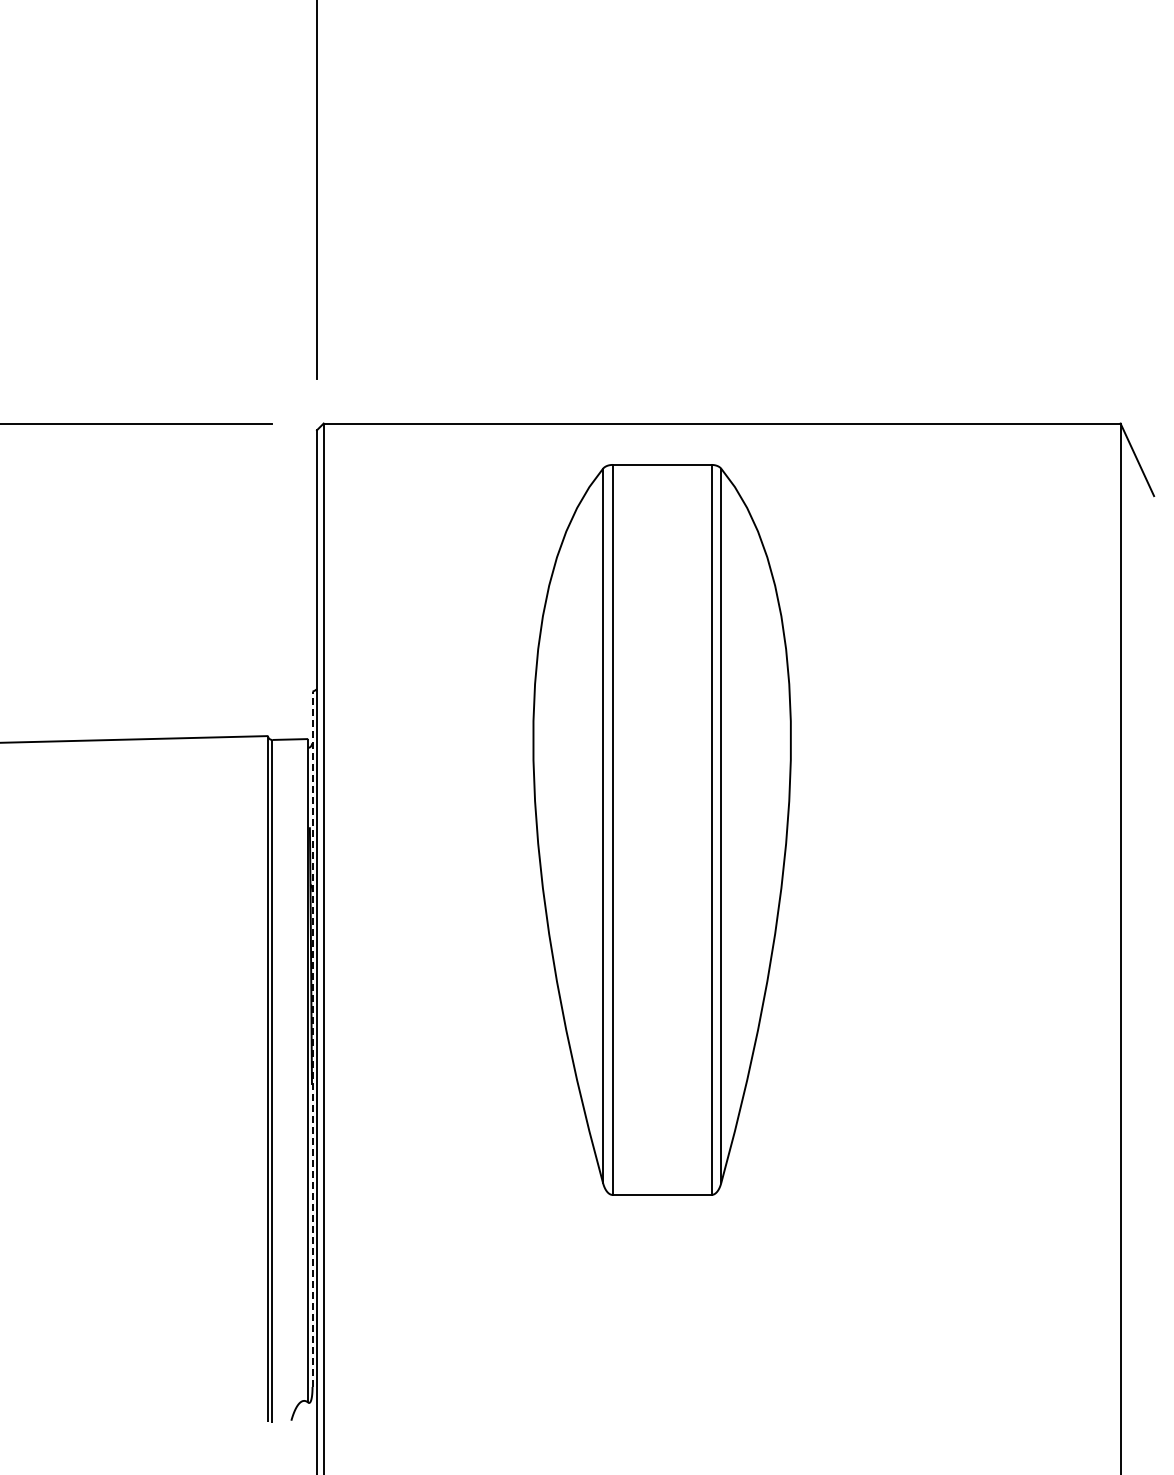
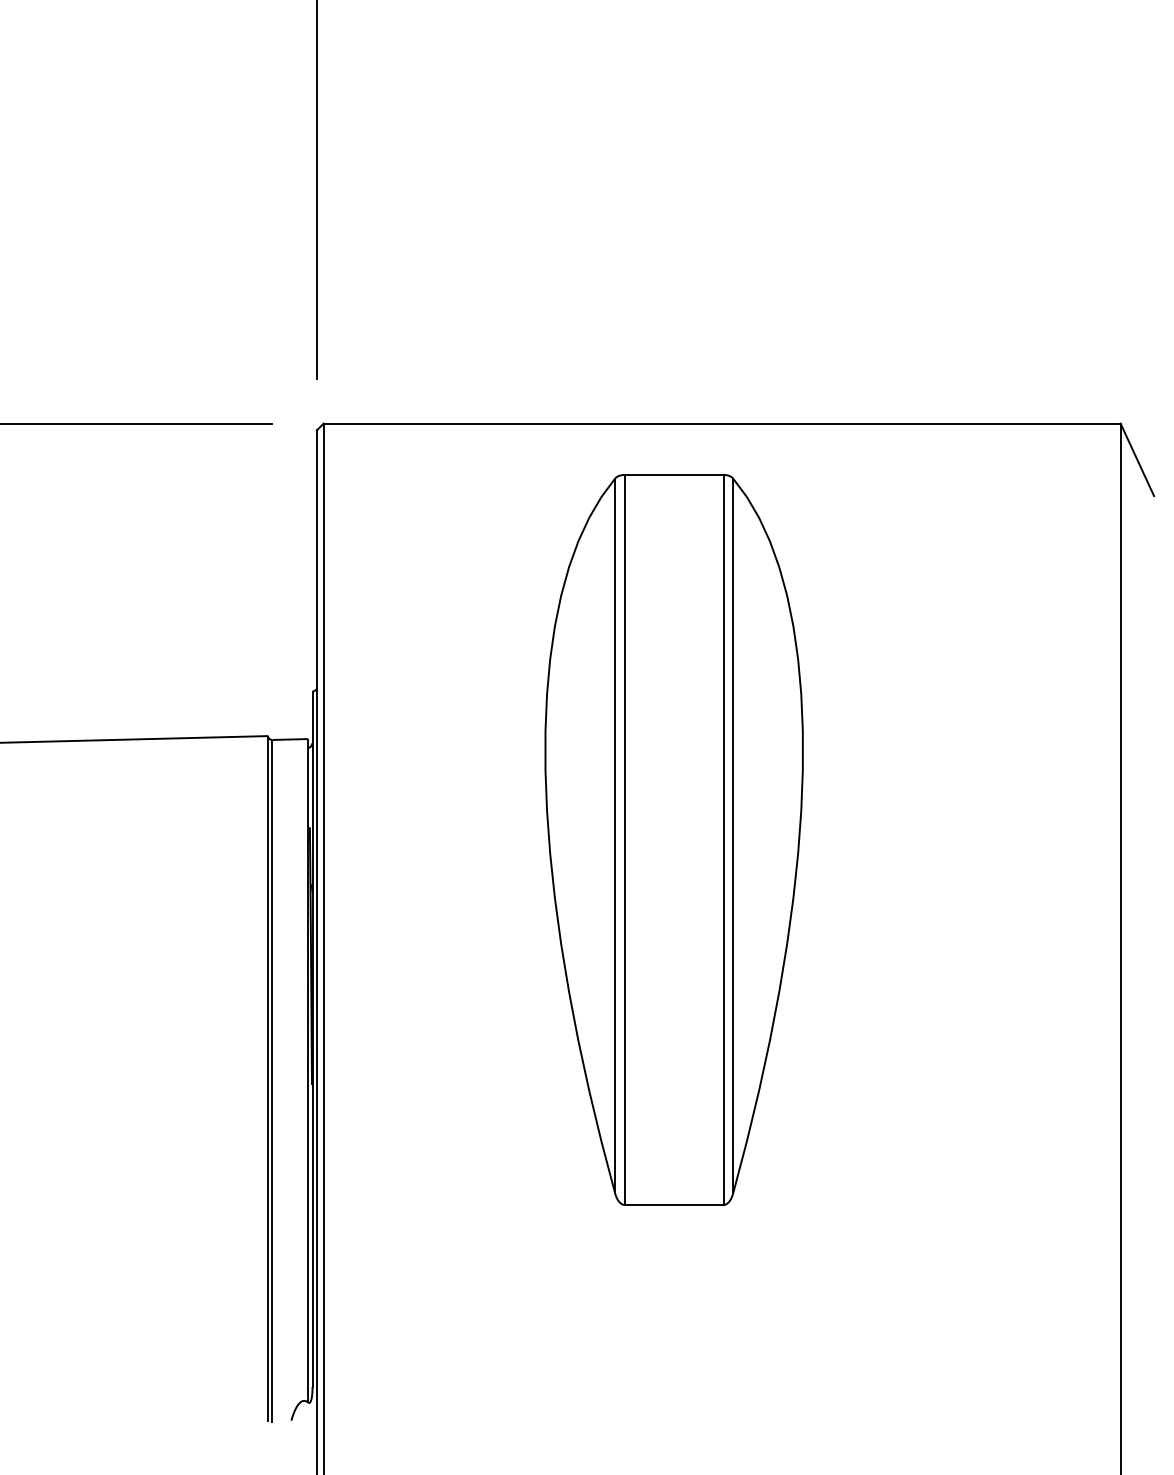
part at (661, 829) position: (661, 829) -> (673, 839)
line at (312, 1039): dashed -> solid
